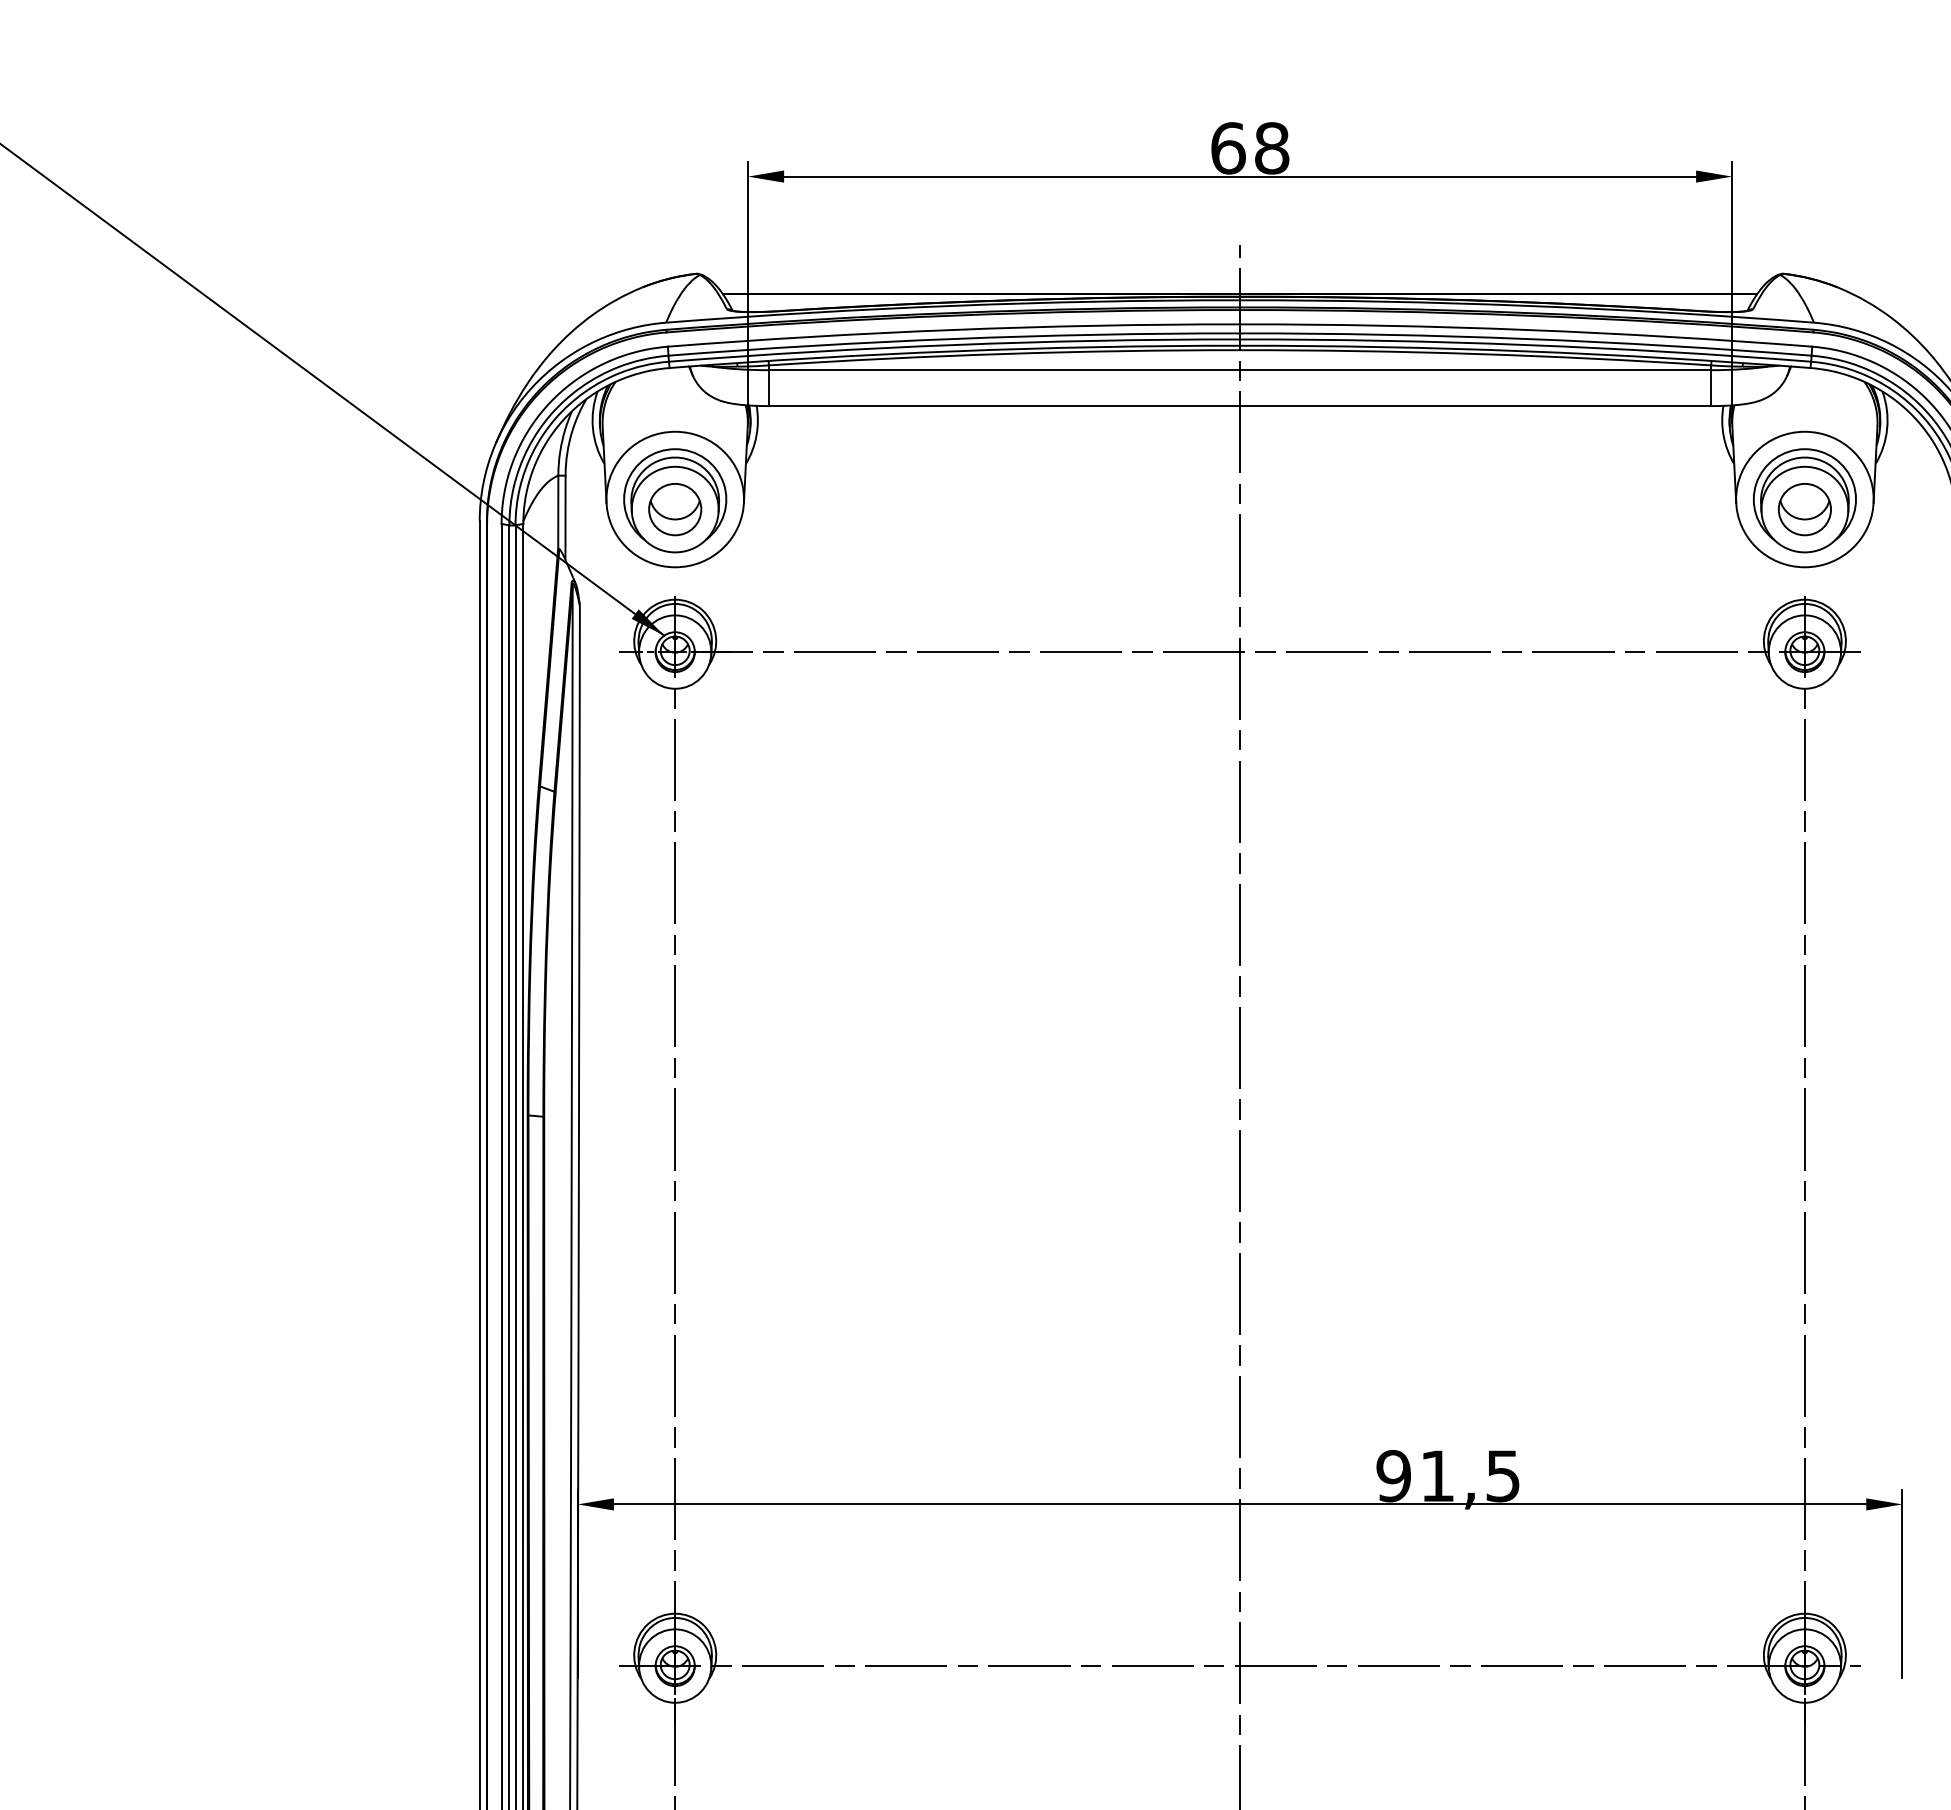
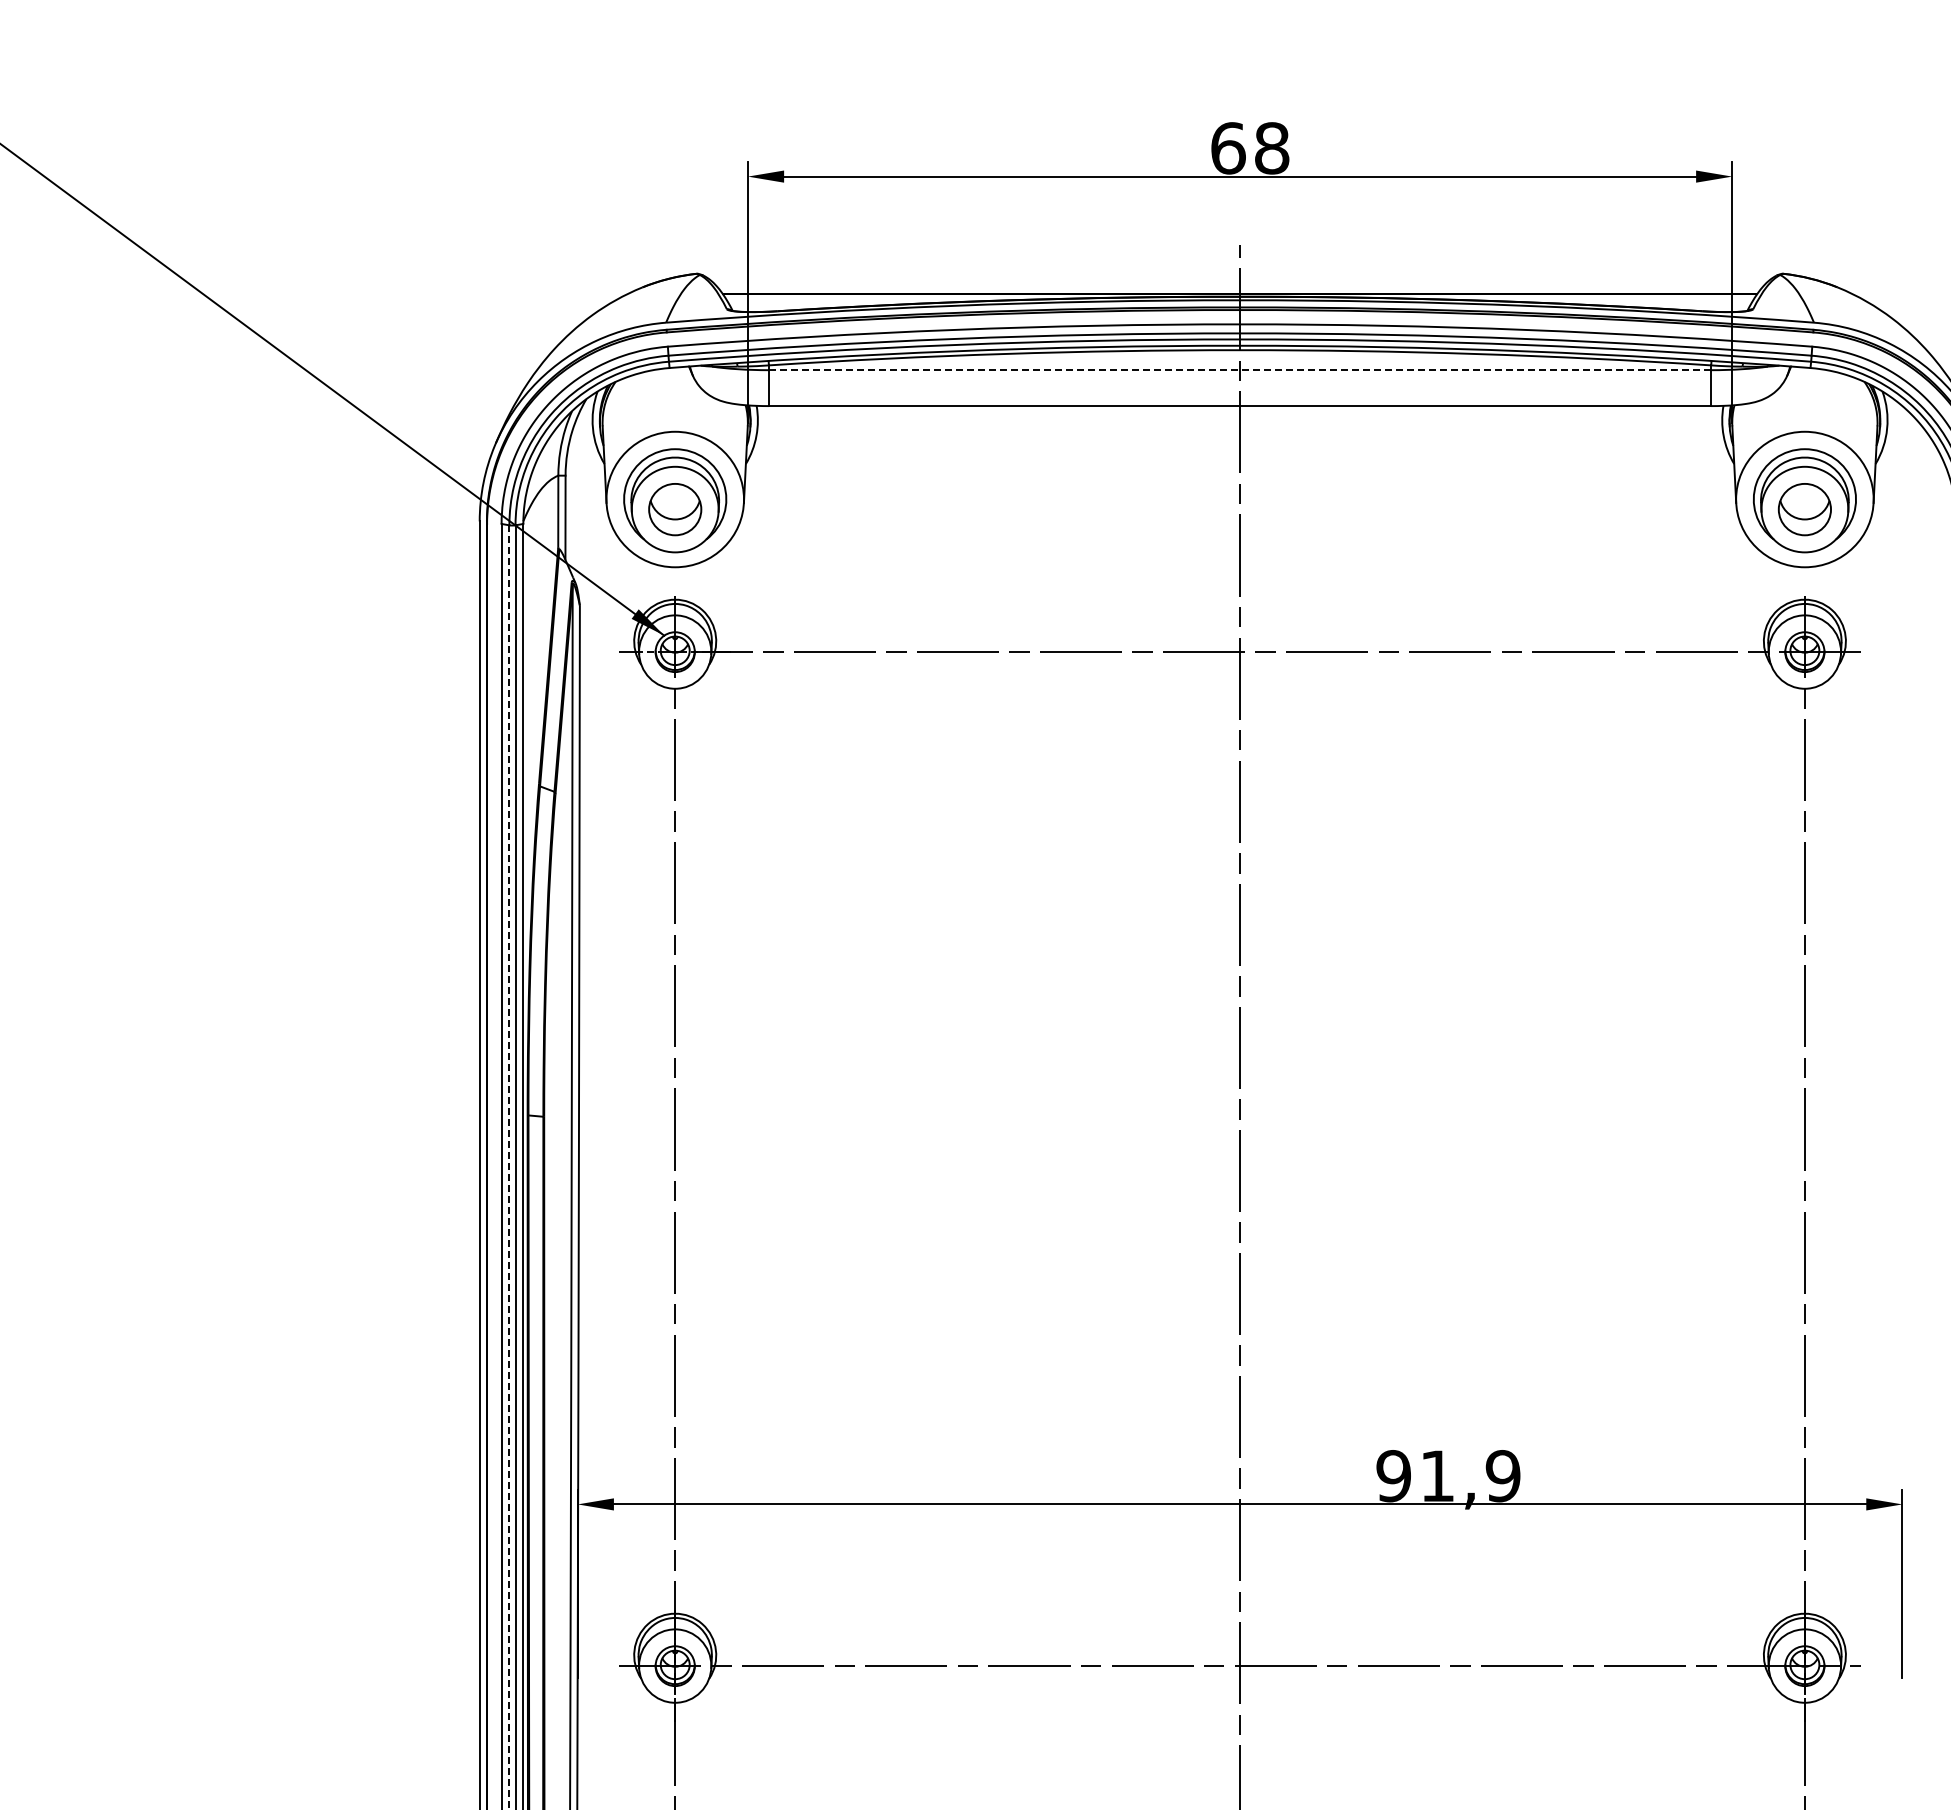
line at (1239, 370): solid -> dashed
line at (509, 1167): solid -> dashed
text at (1502, 1476): 91,5 -> 91,9
